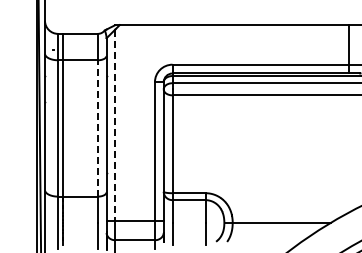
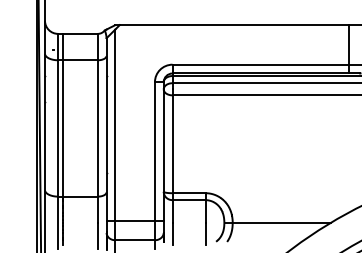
line at (115, 125): dashed -> solid
line at (97, 127): dashed -> solid
